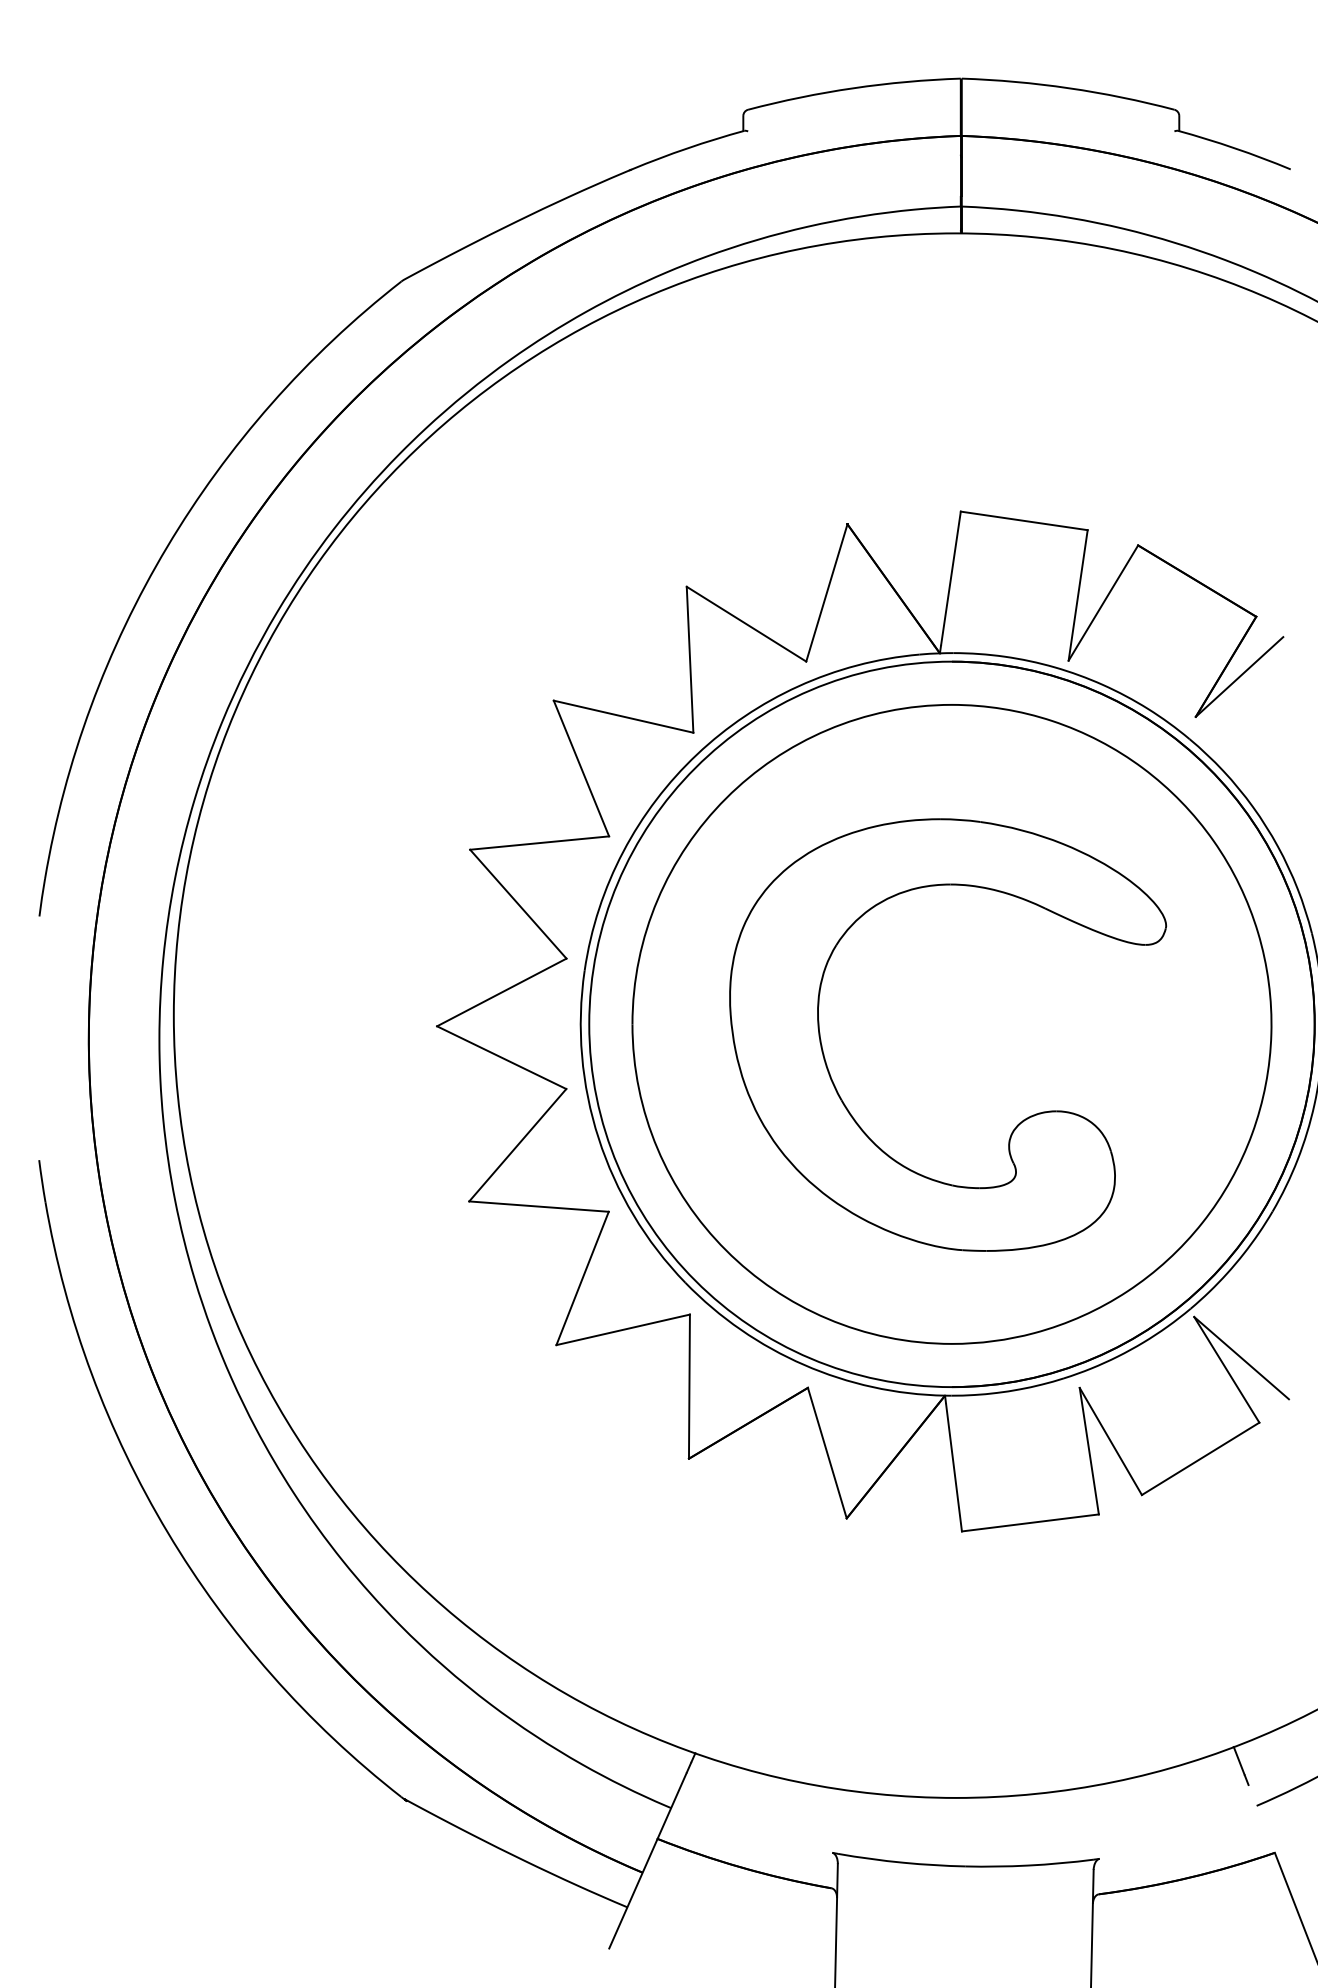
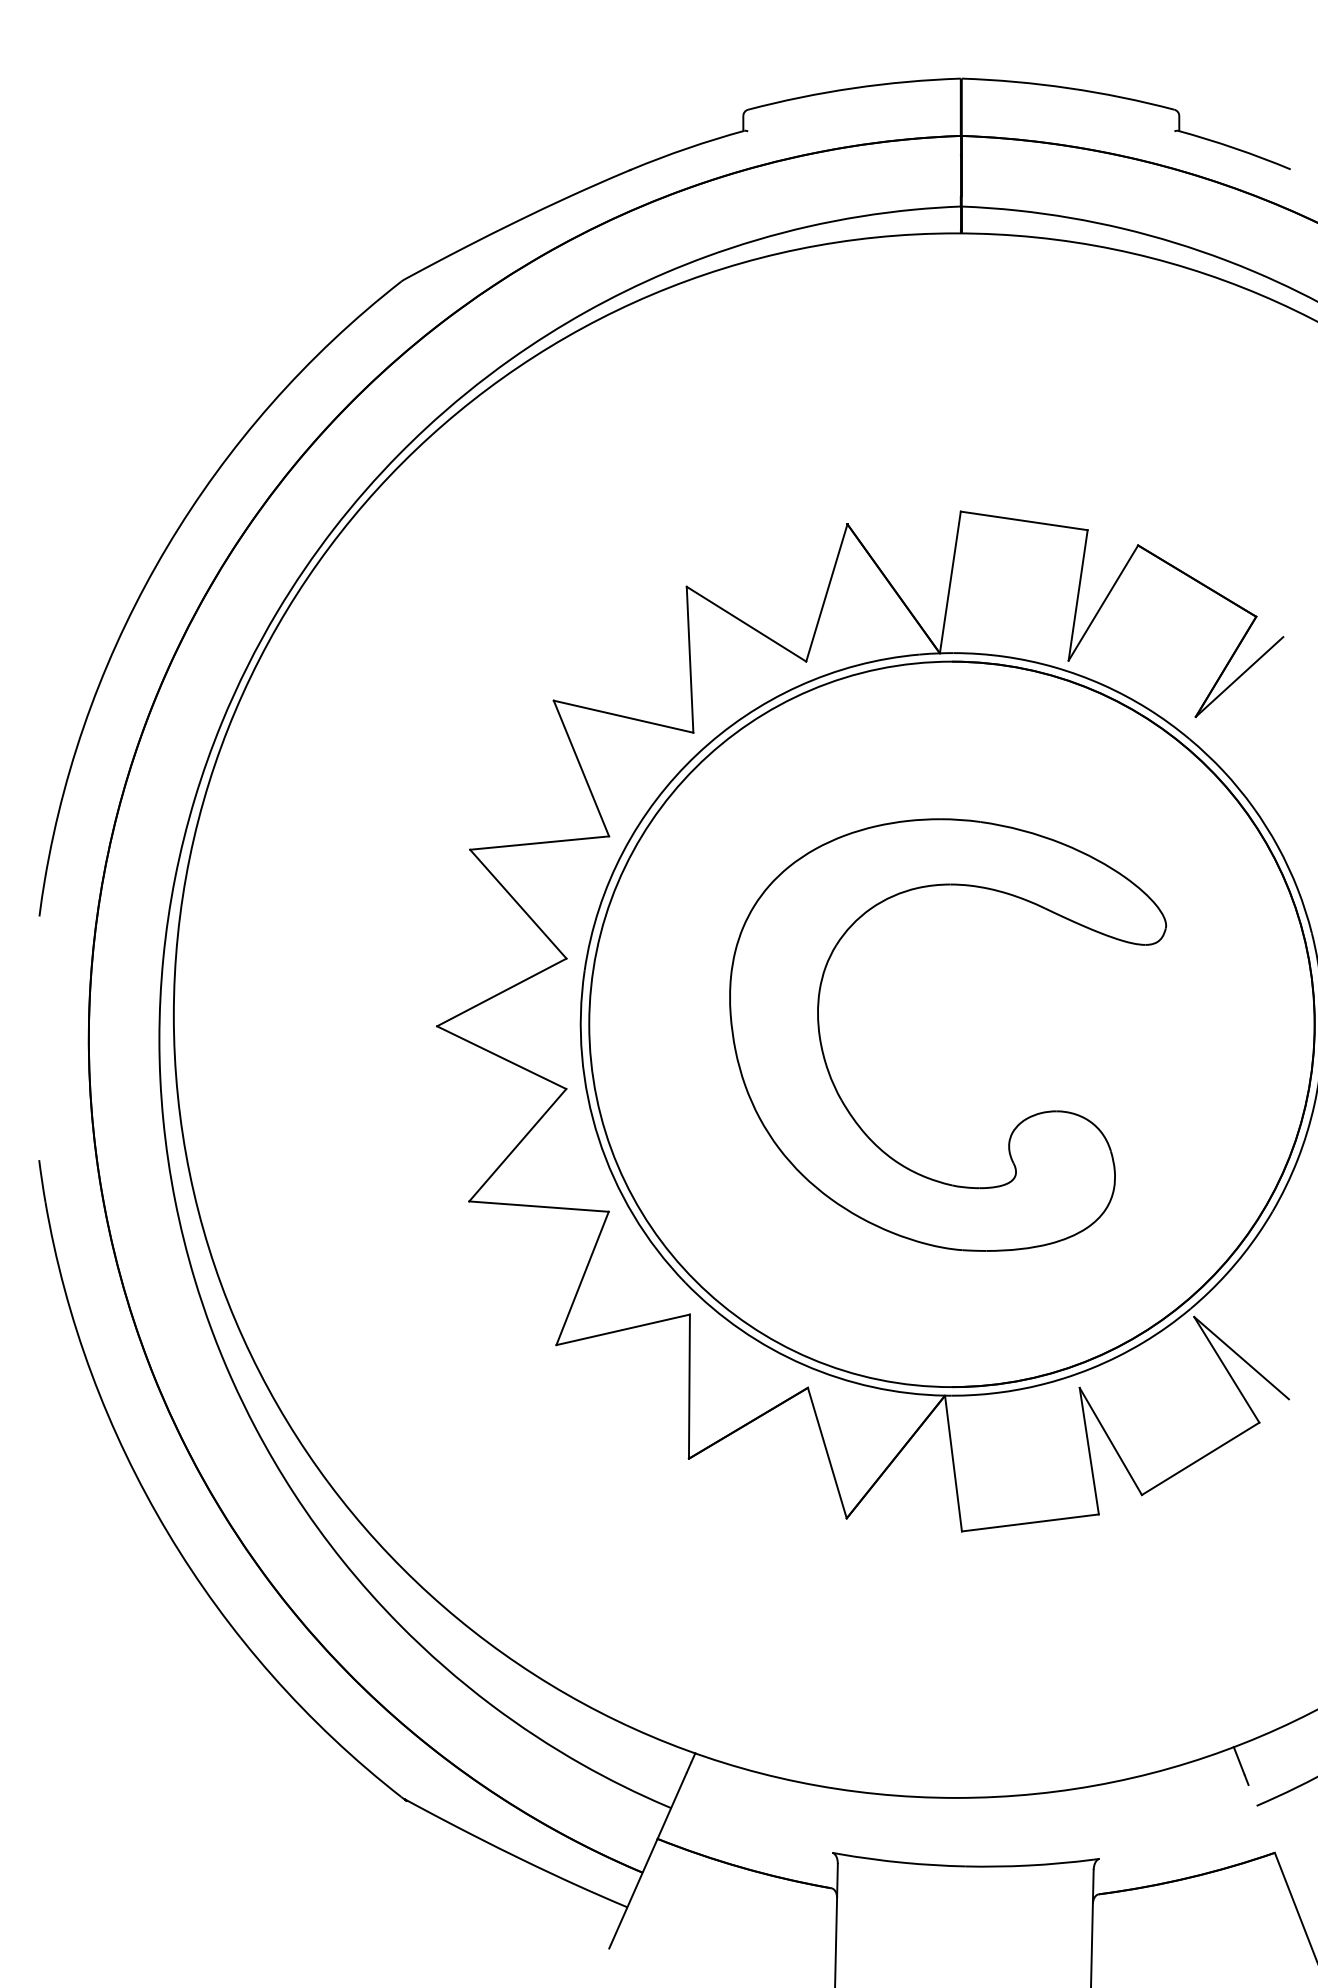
part at (951, 1024): present -> none
